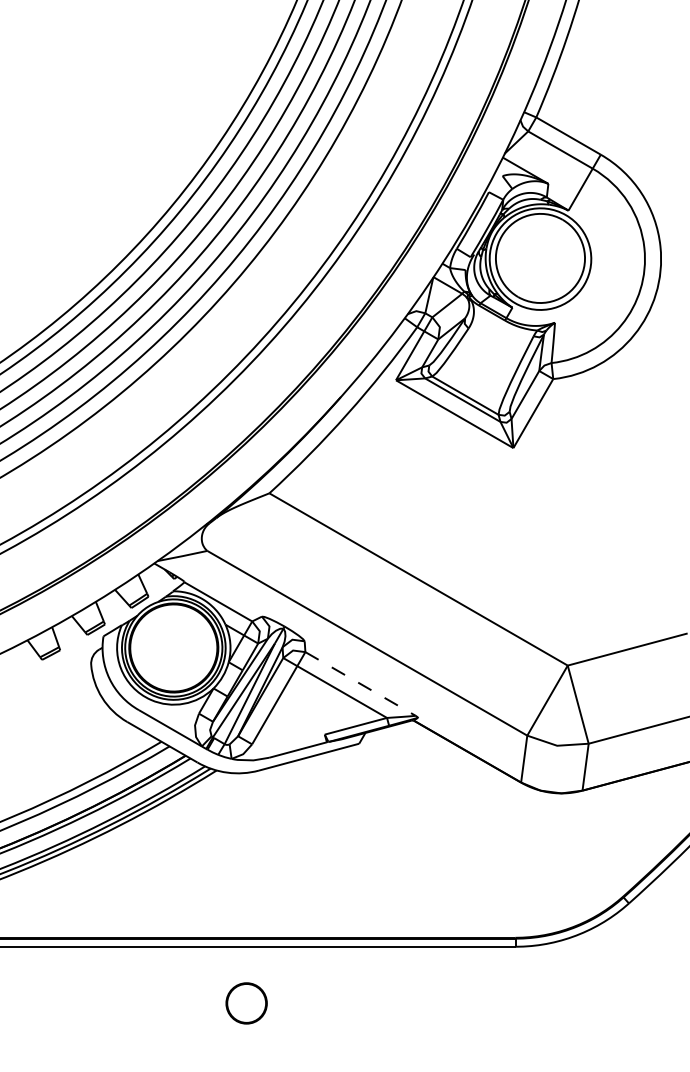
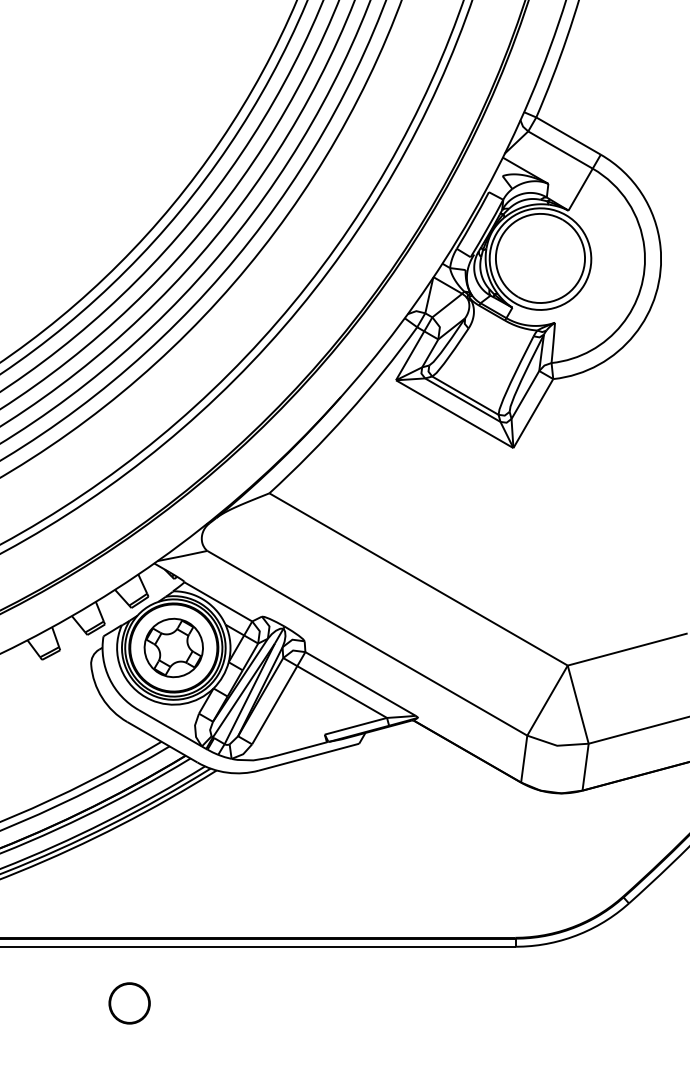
part at (173, 647): none -> present
line at (360, 683): dashed -> solid
part at (246, 1003) position: (246, 1003) -> (129, 1003)
